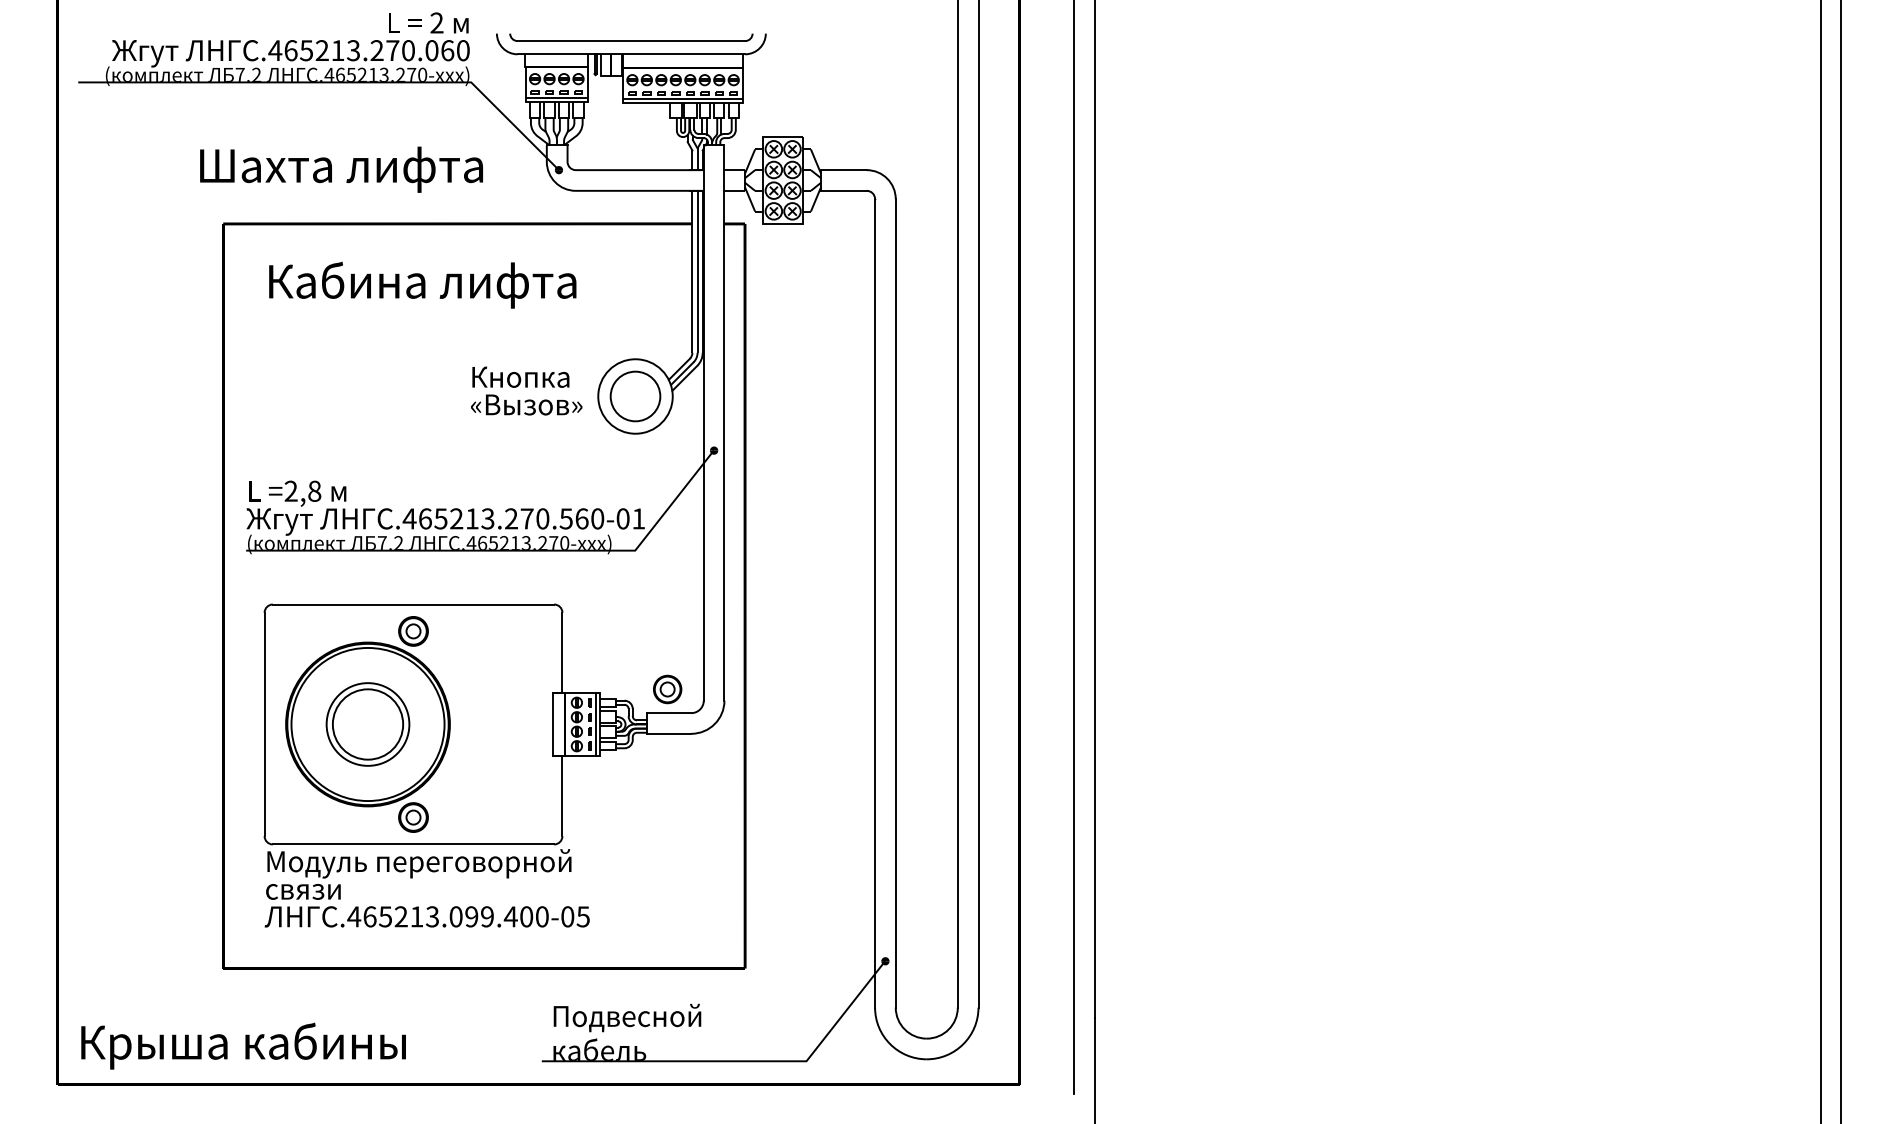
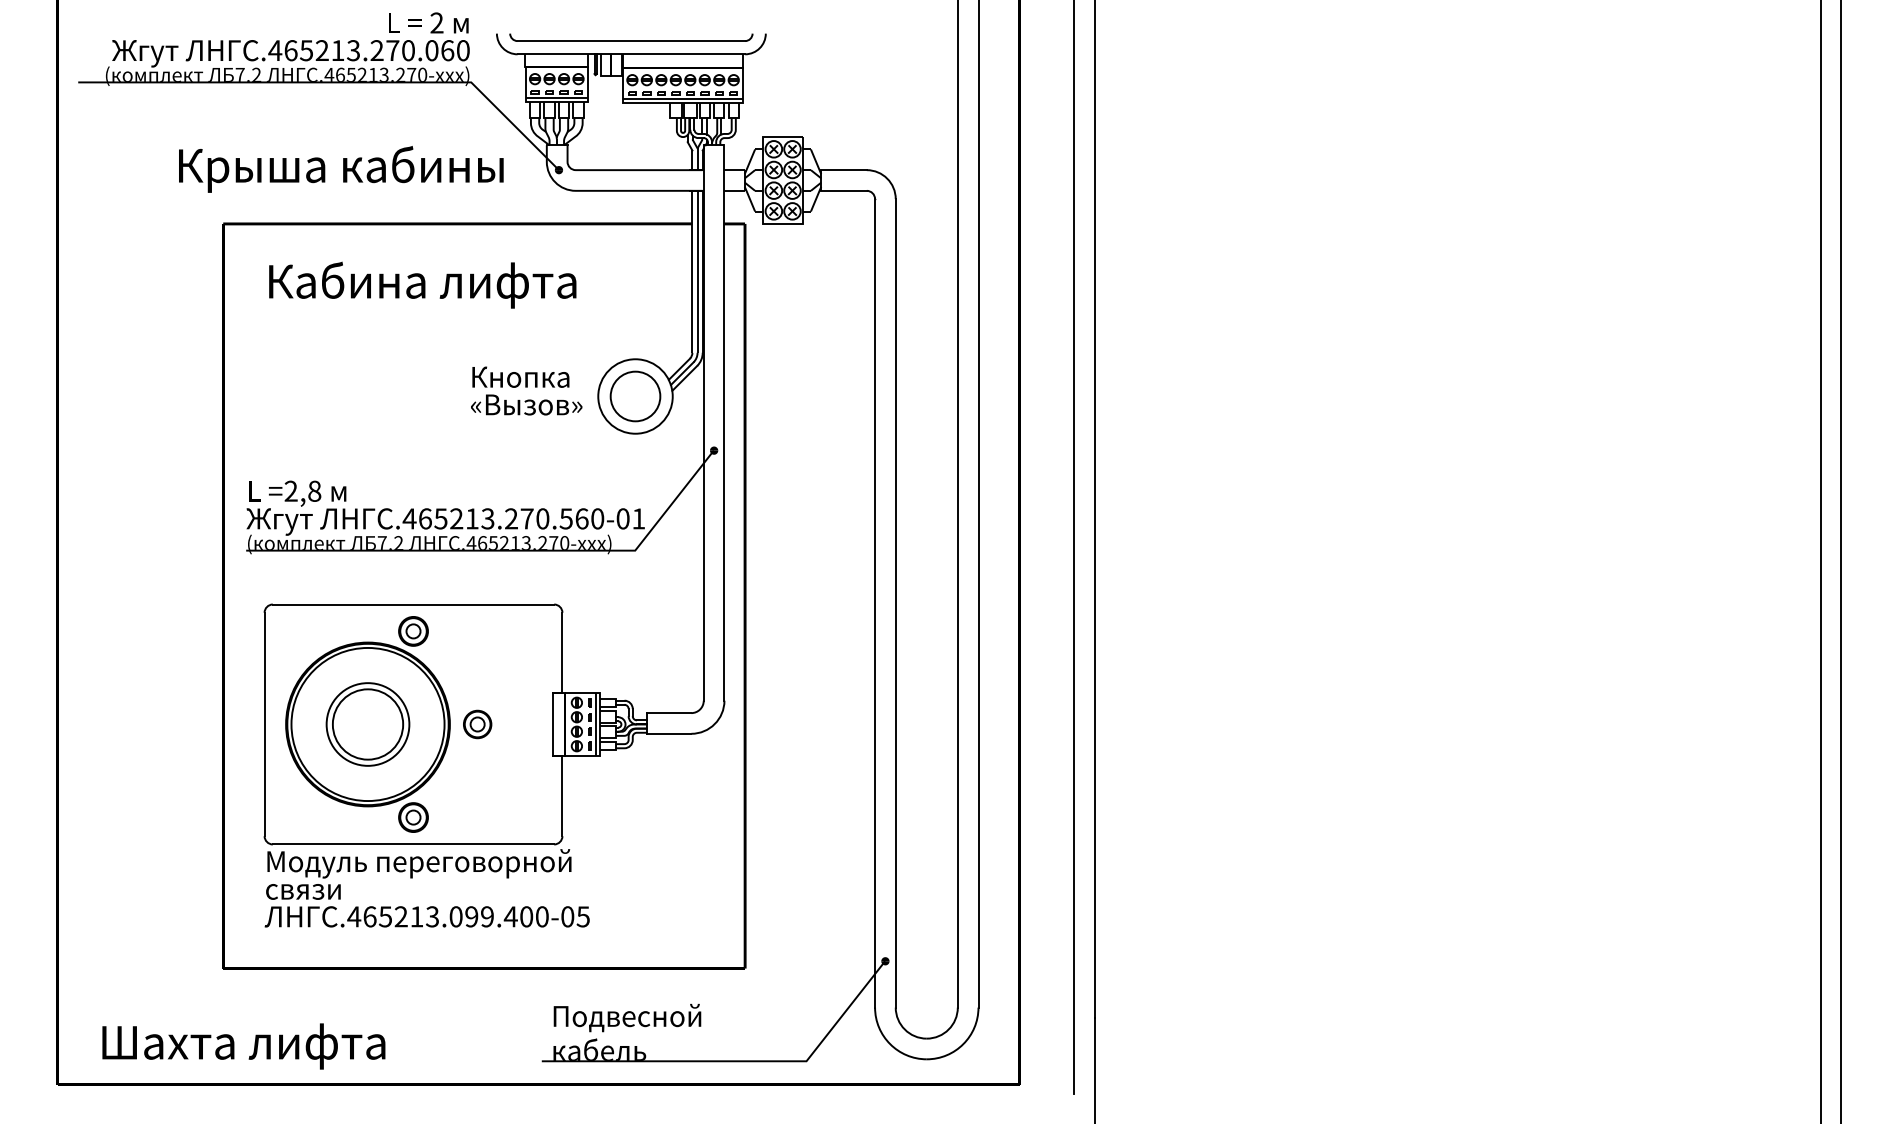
text at (341, 169): Шахта лифта -> Крыша кабины
part at (667, 689) position: (667, 689) -> (477, 724)
text at (243, 1045): Крыша кабины -> Шахта лифта
